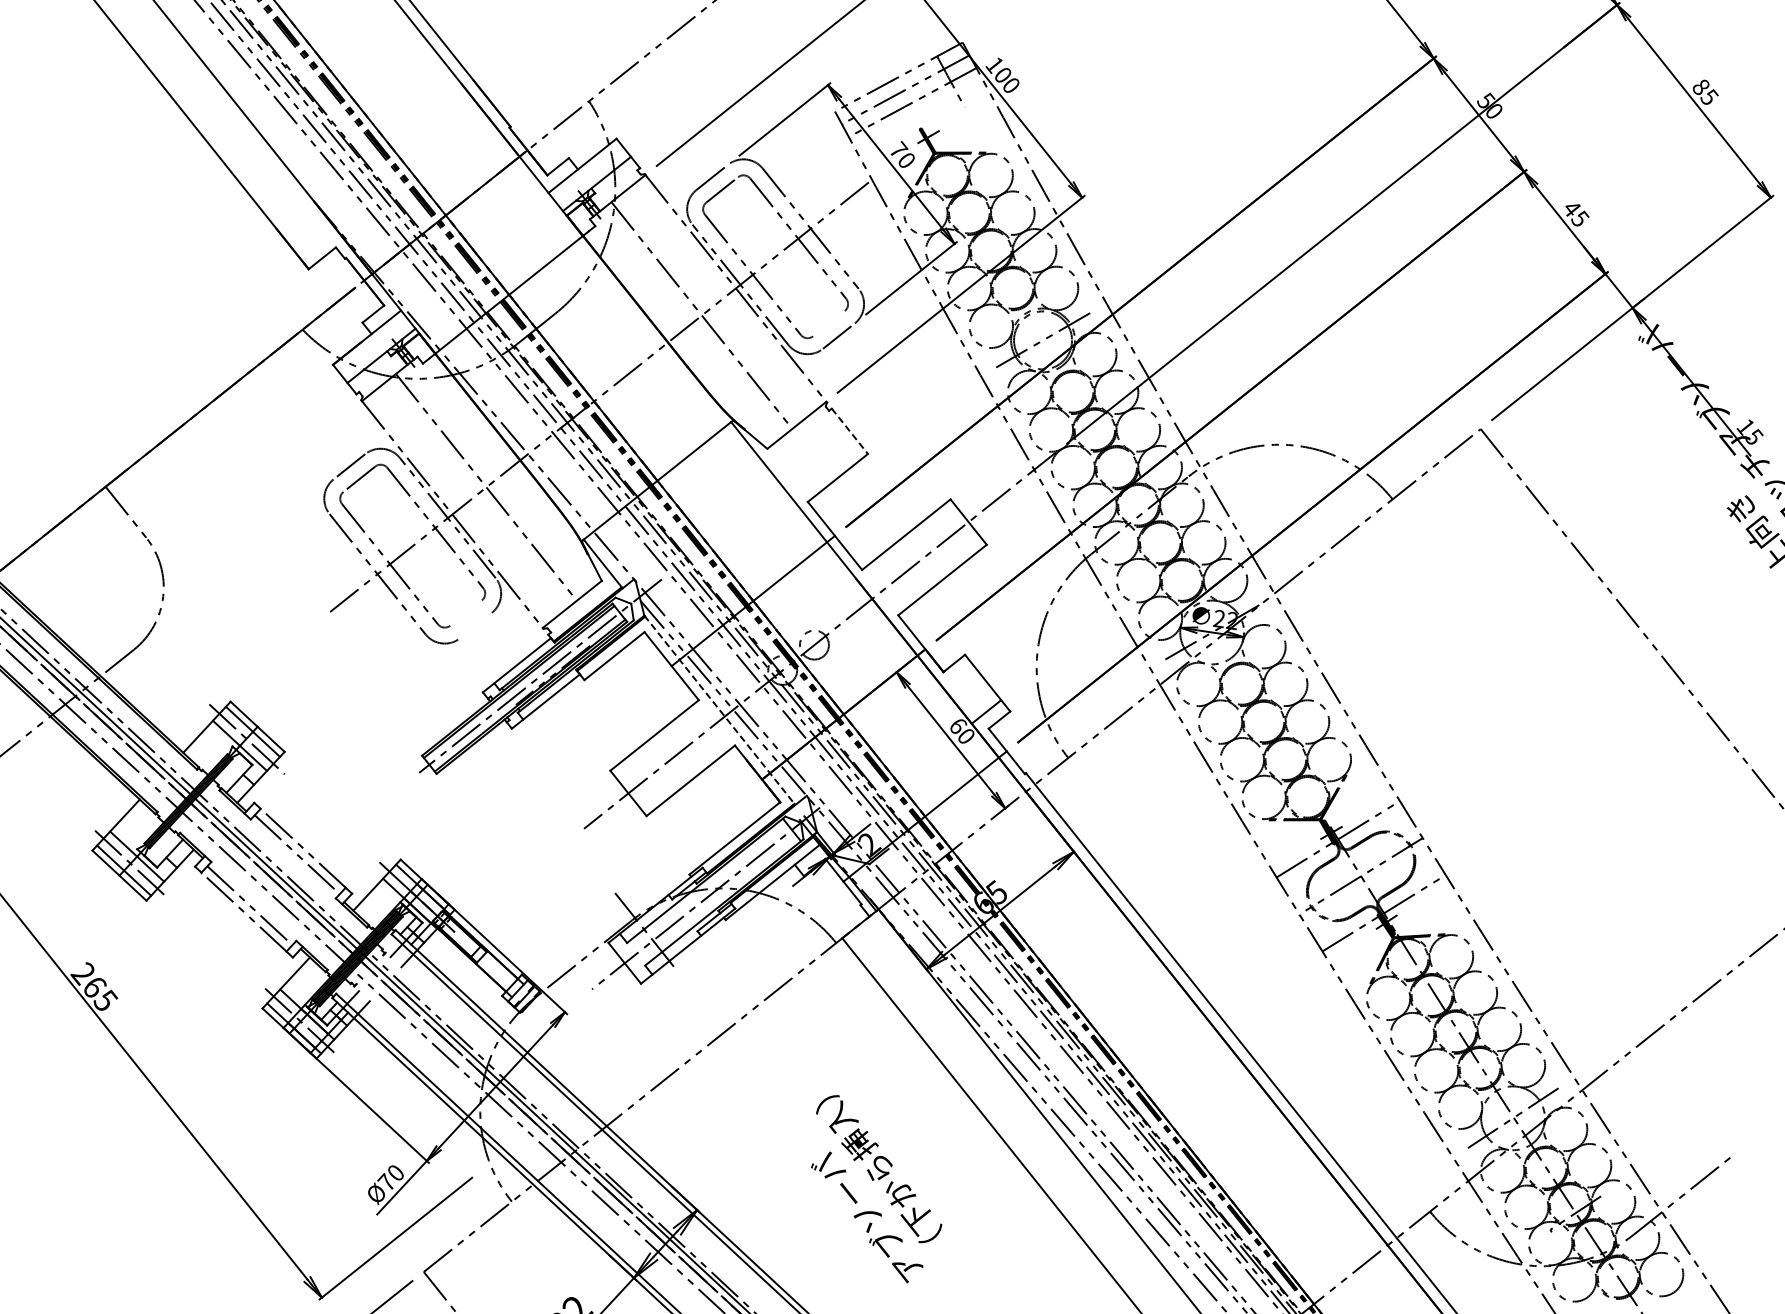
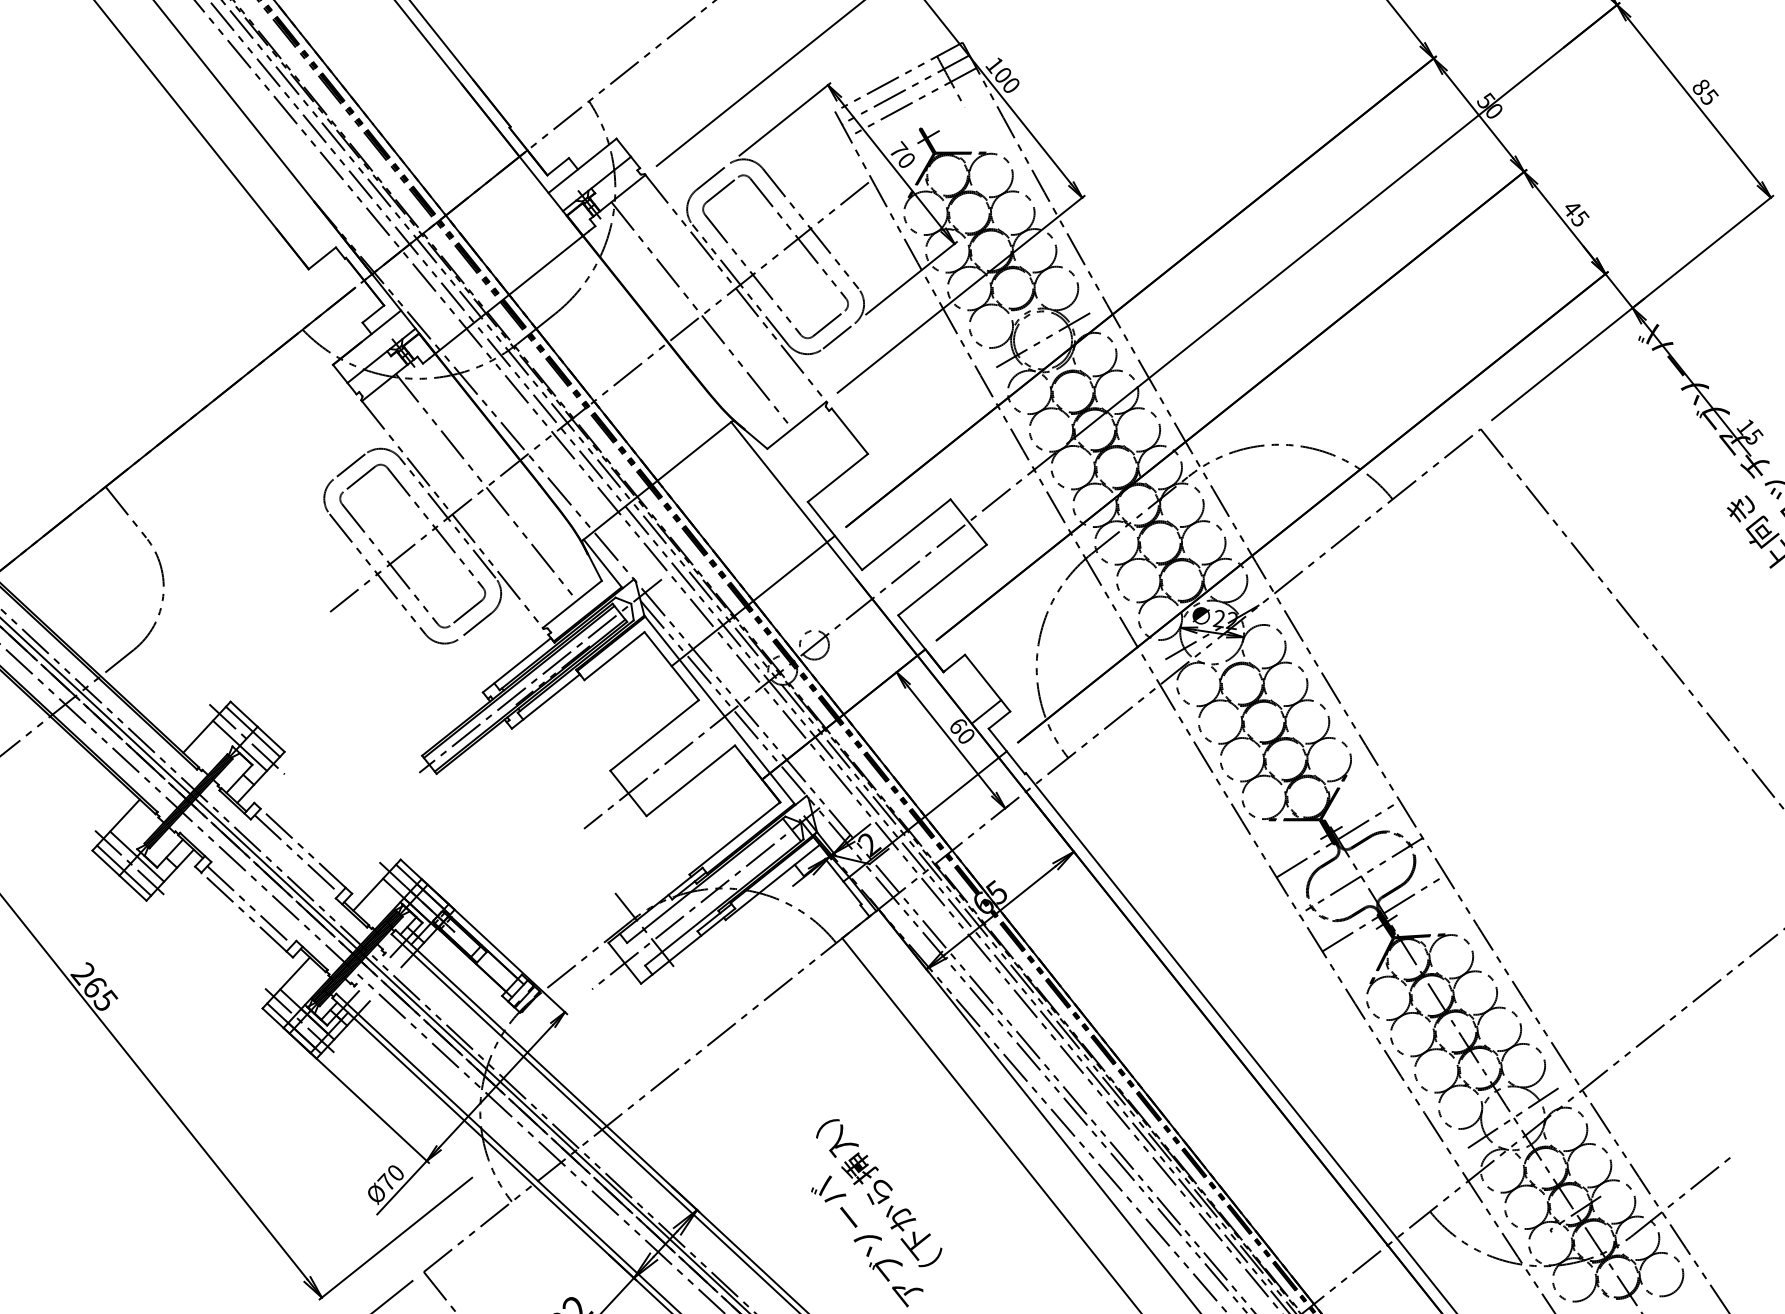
line at (828, 323): none -> present
line at (850, 431): dashed -> solid
line at (465, 612): none -> present
line at (475, 625): none -> present
line at (720, 710): dashed -> solid
text at (876, 1189) position: (876, 1189) -> (876, 1213)
